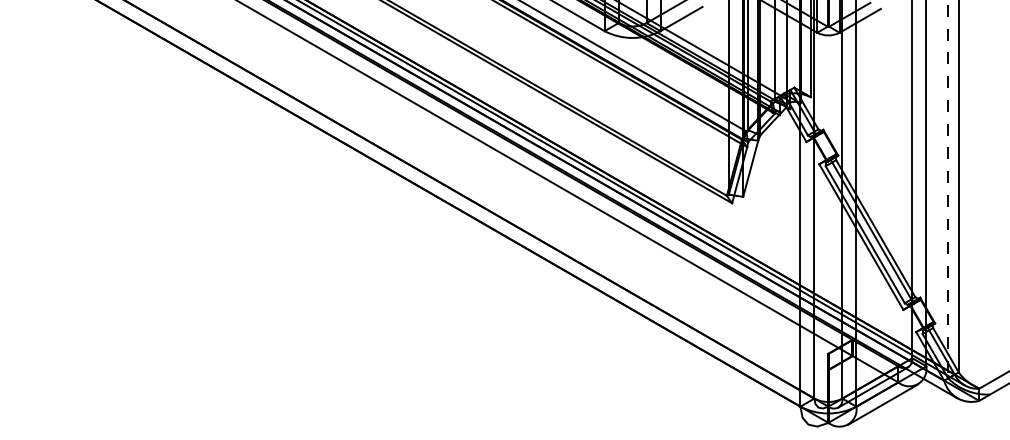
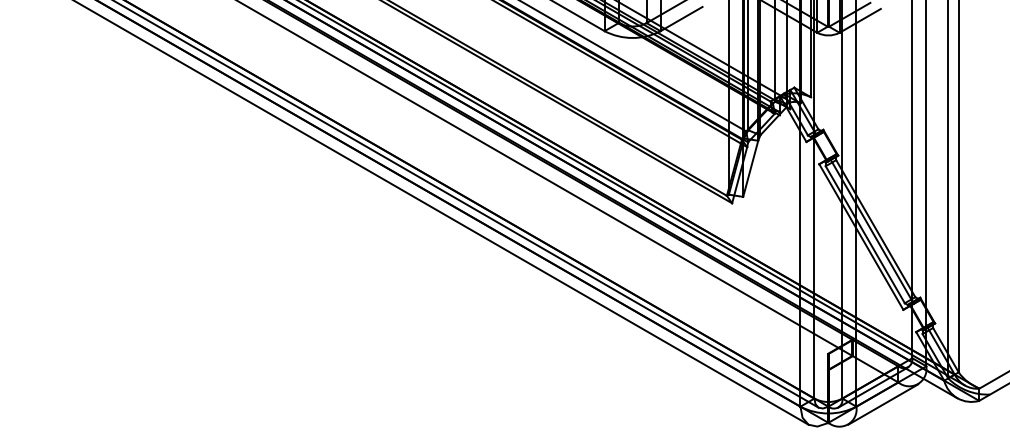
line at (948, 189): dashed -> solid
line at (467, 204): none -> present
line at (442, 213): none -> present
